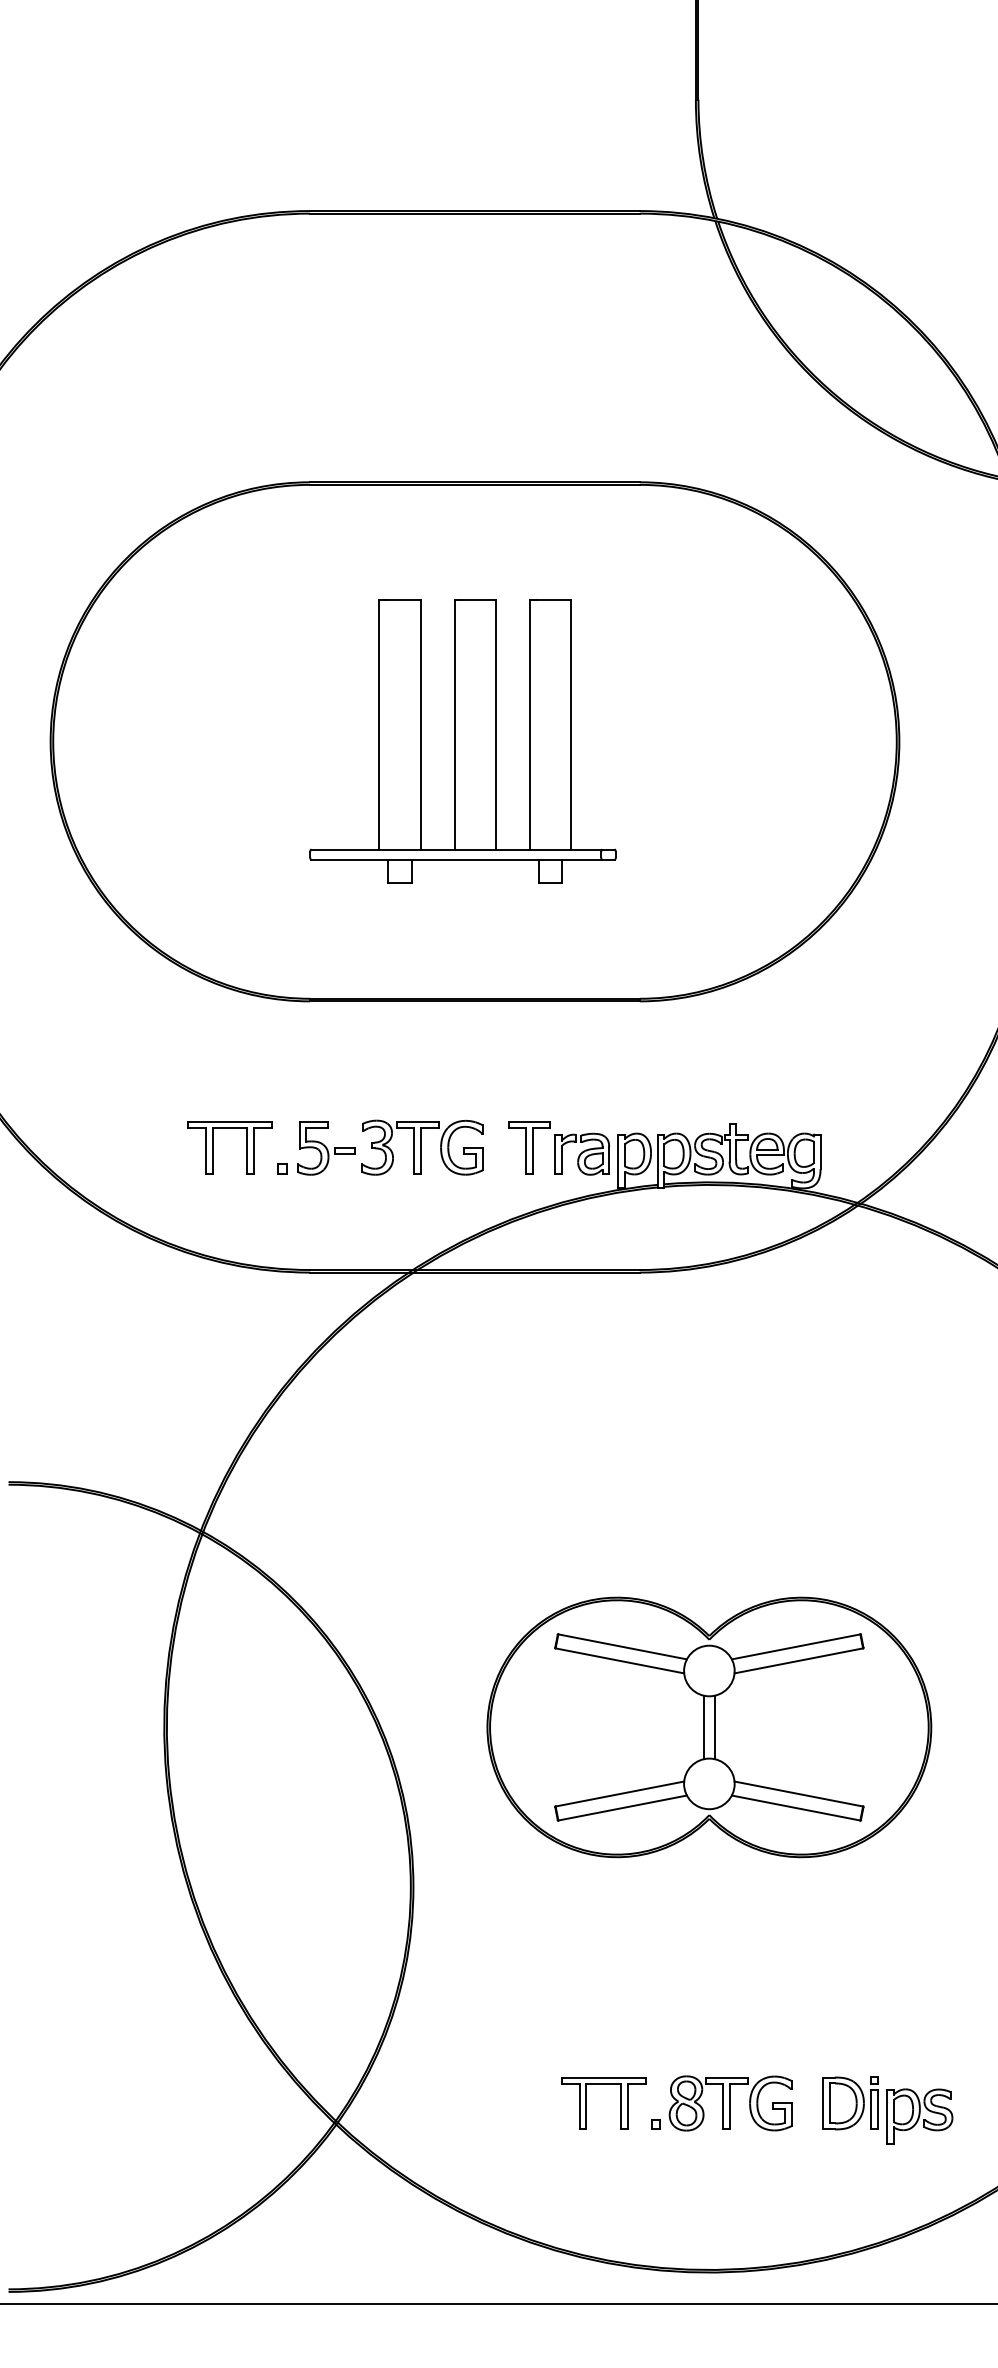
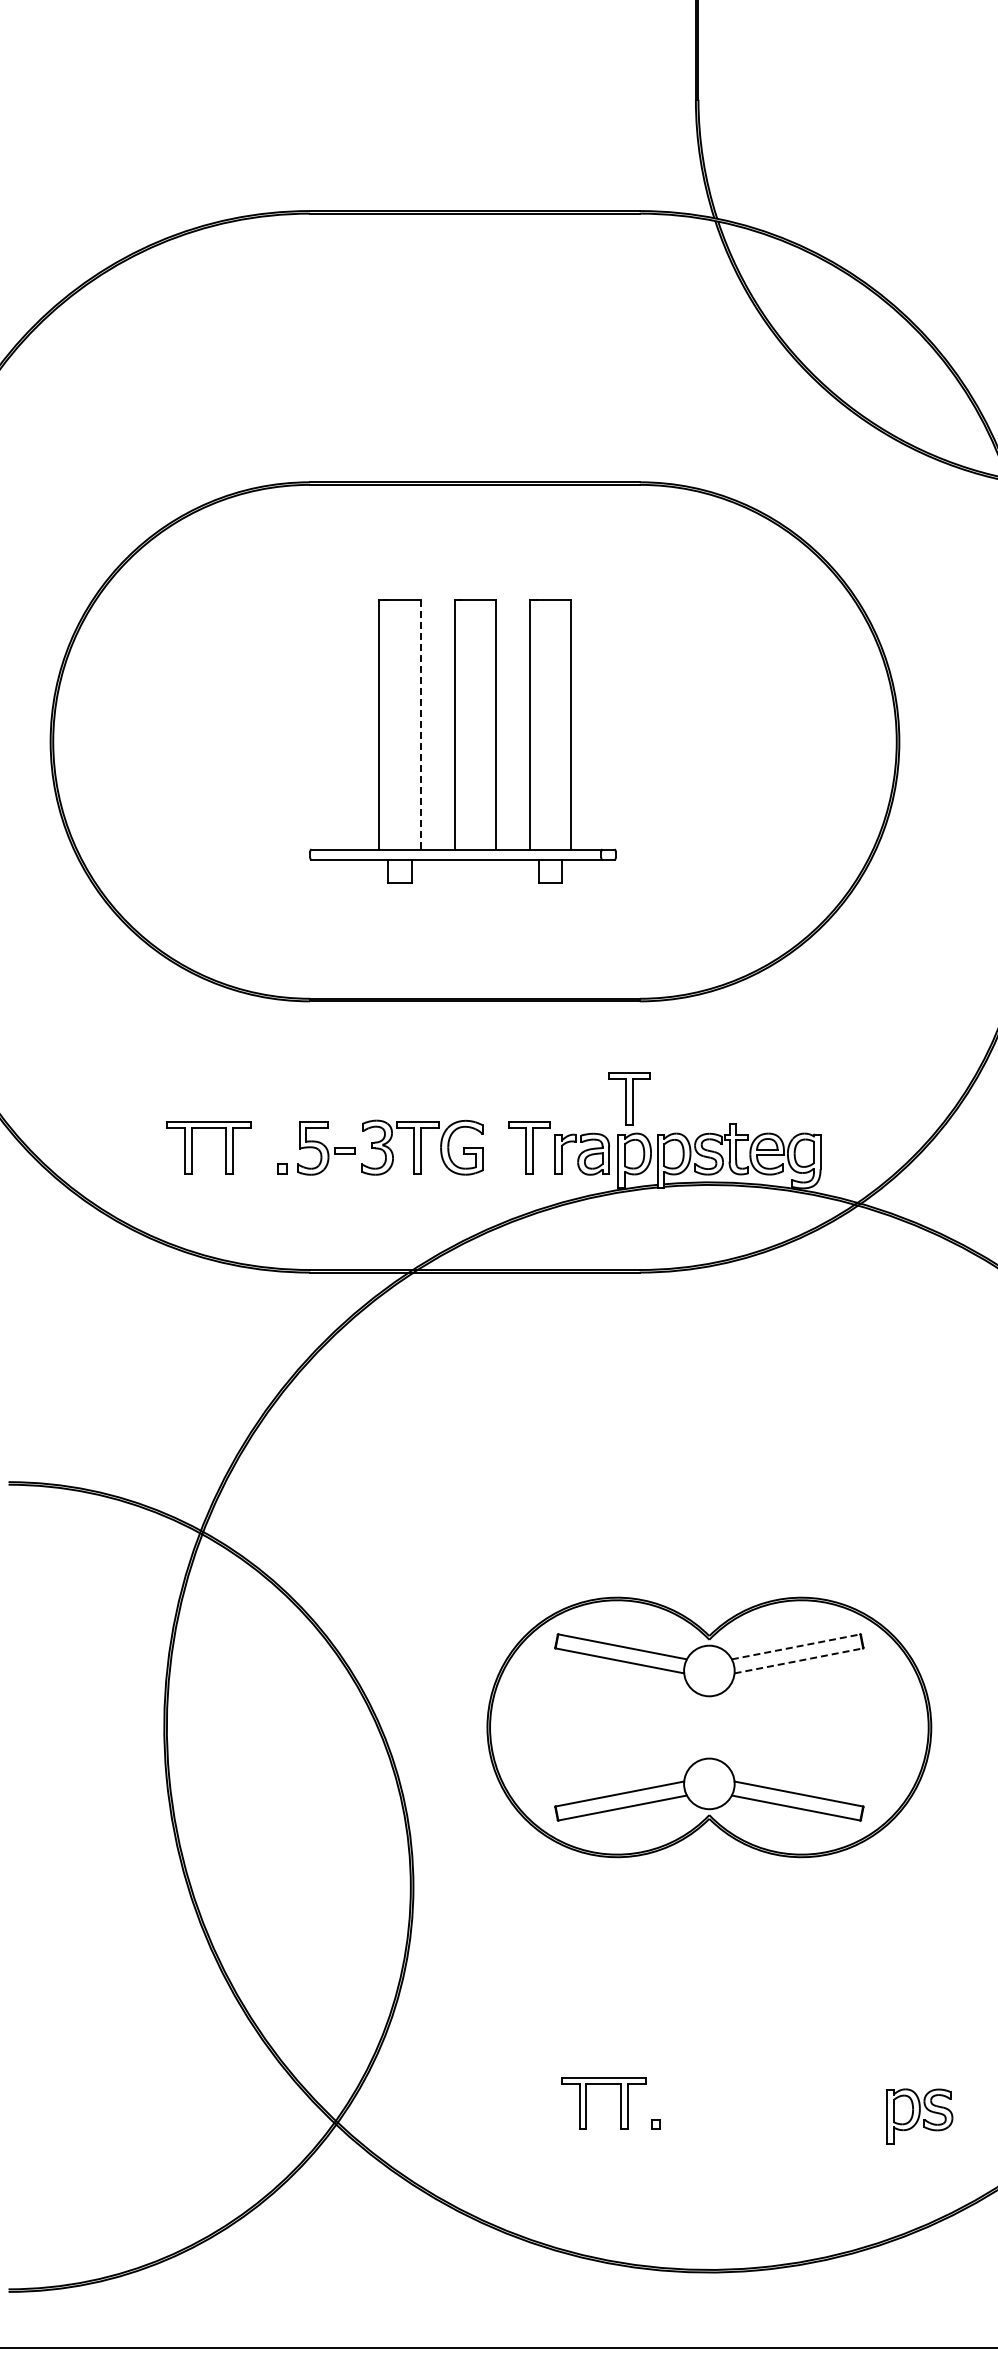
line at (420, 724): solid -> dashed
part at (629, 1098): none -> present
part at (213, 1147) position: (213, 1147) -> (192, 1147)
line at (796, 1646): solid -> dashed
line at (799, 1660): solid -> dashed
line at (704, 1727): present -> none
line at (714, 1727): present -> none
part at (730, 2103): present -> none
part at (850, 2103): present -> none
line at (498, 2303) position: (498, 2303) -> (498, 2347)
